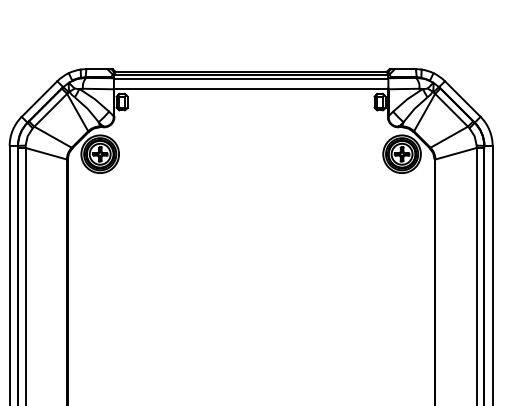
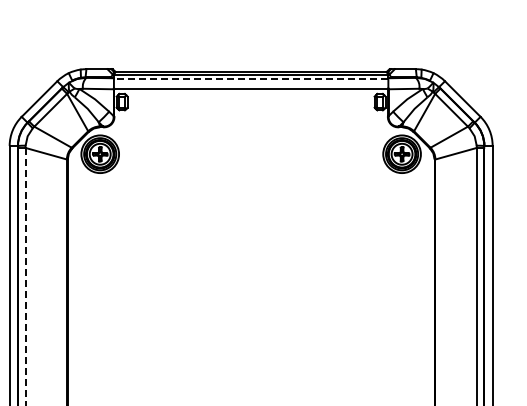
line at (250, 79): solid -> dashed
line at (25, 276): solid -> dashed
